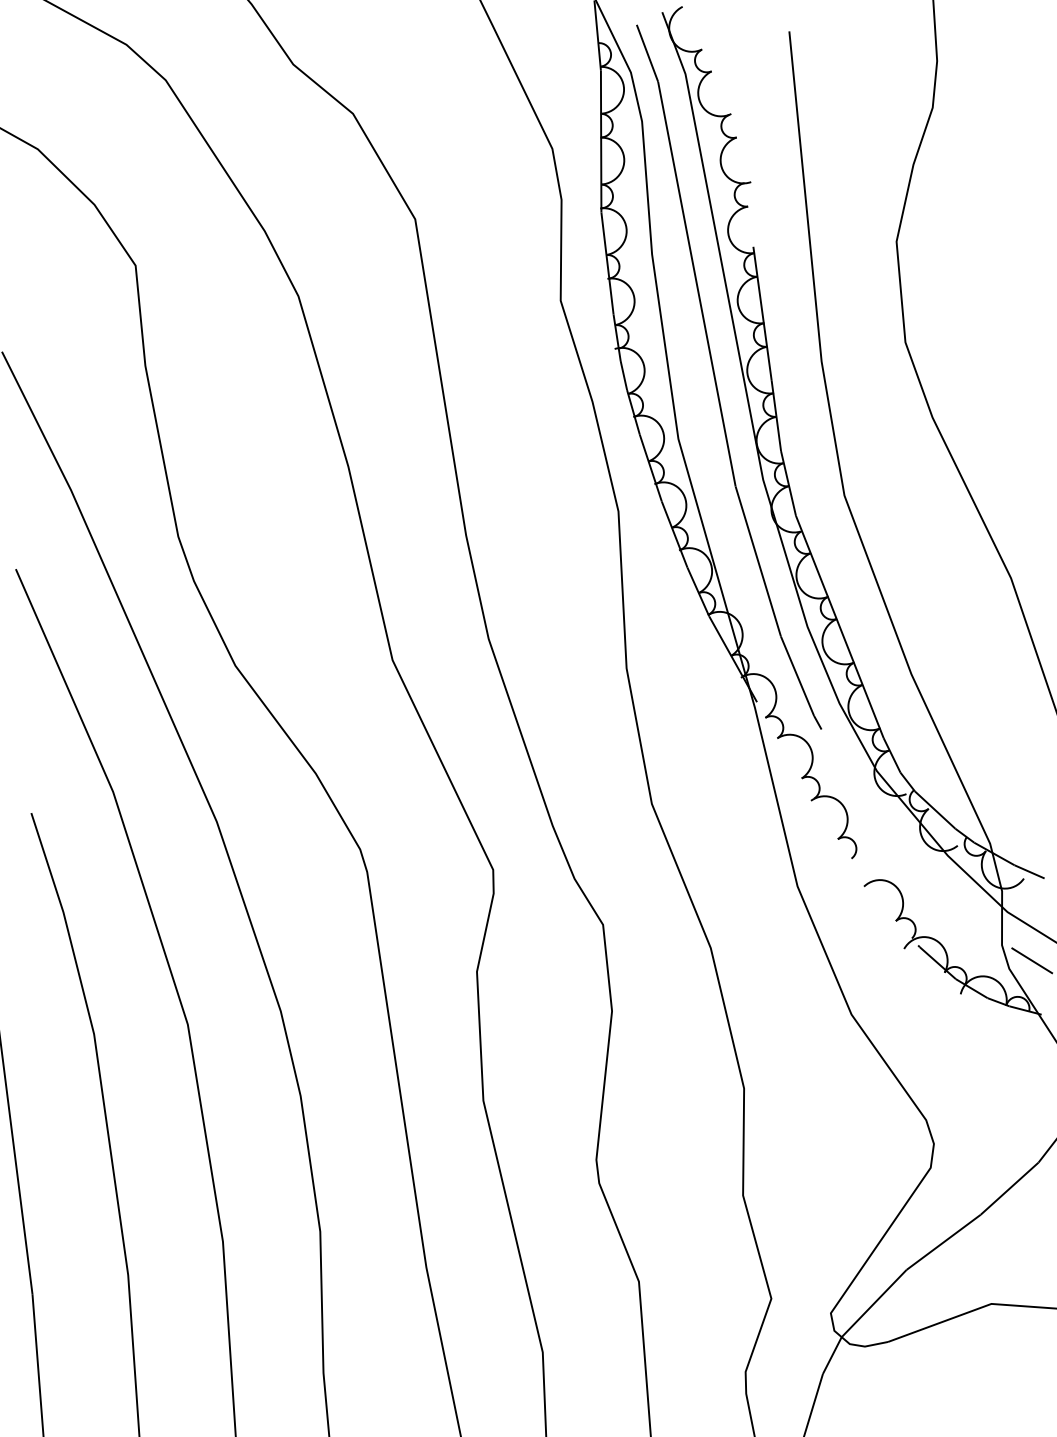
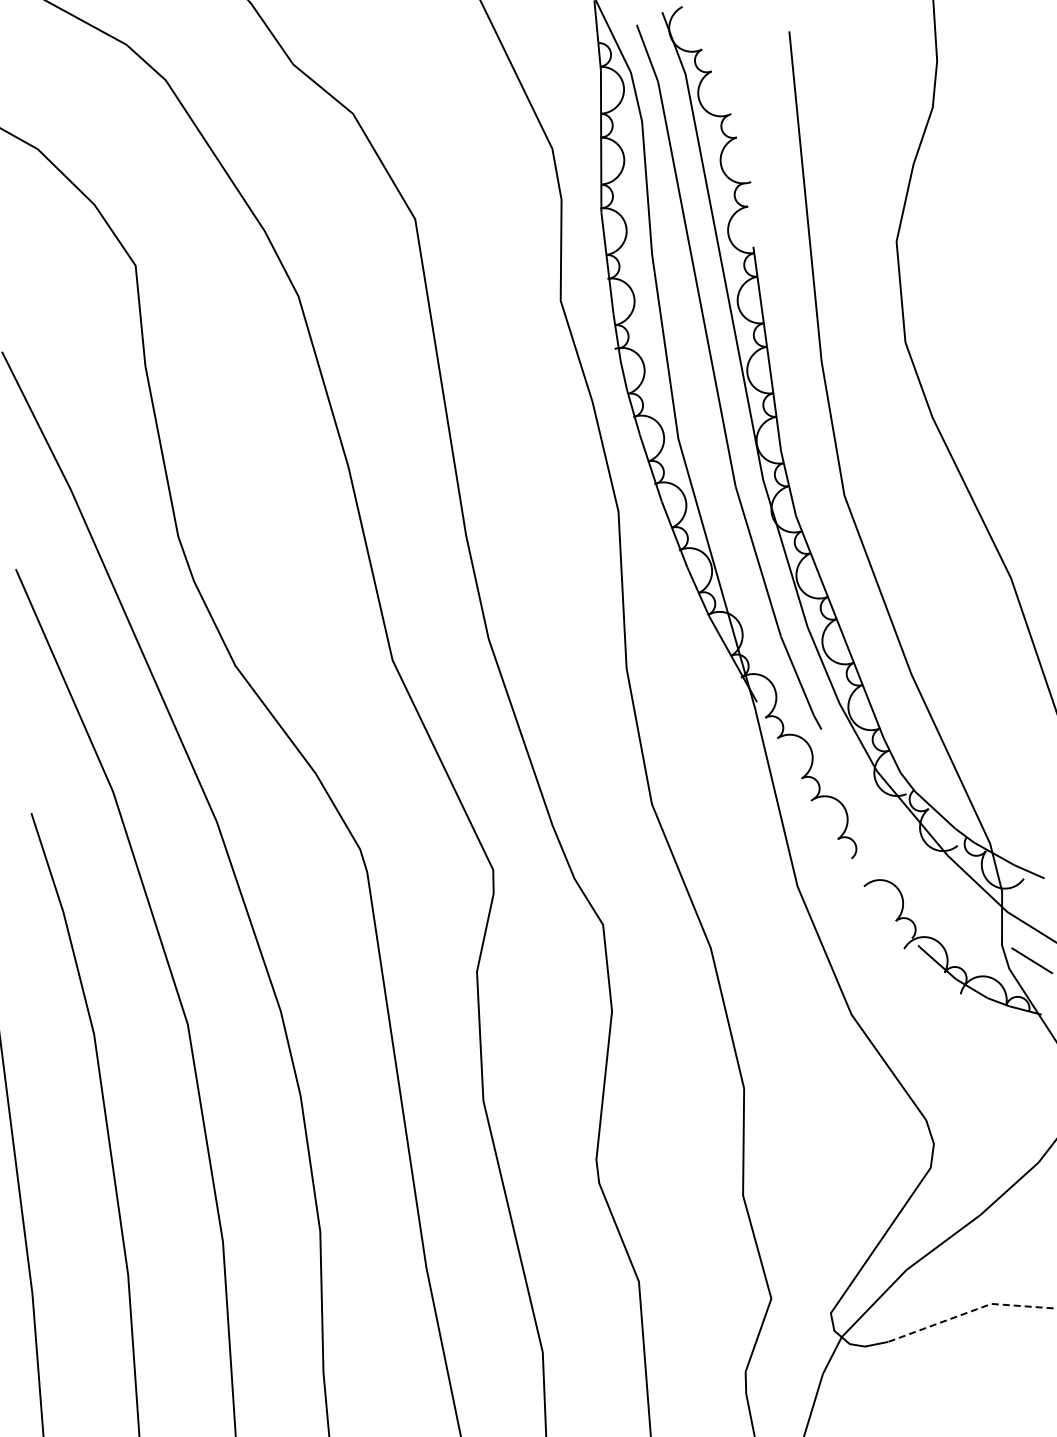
line at (970, 1311): solid -> dashed
